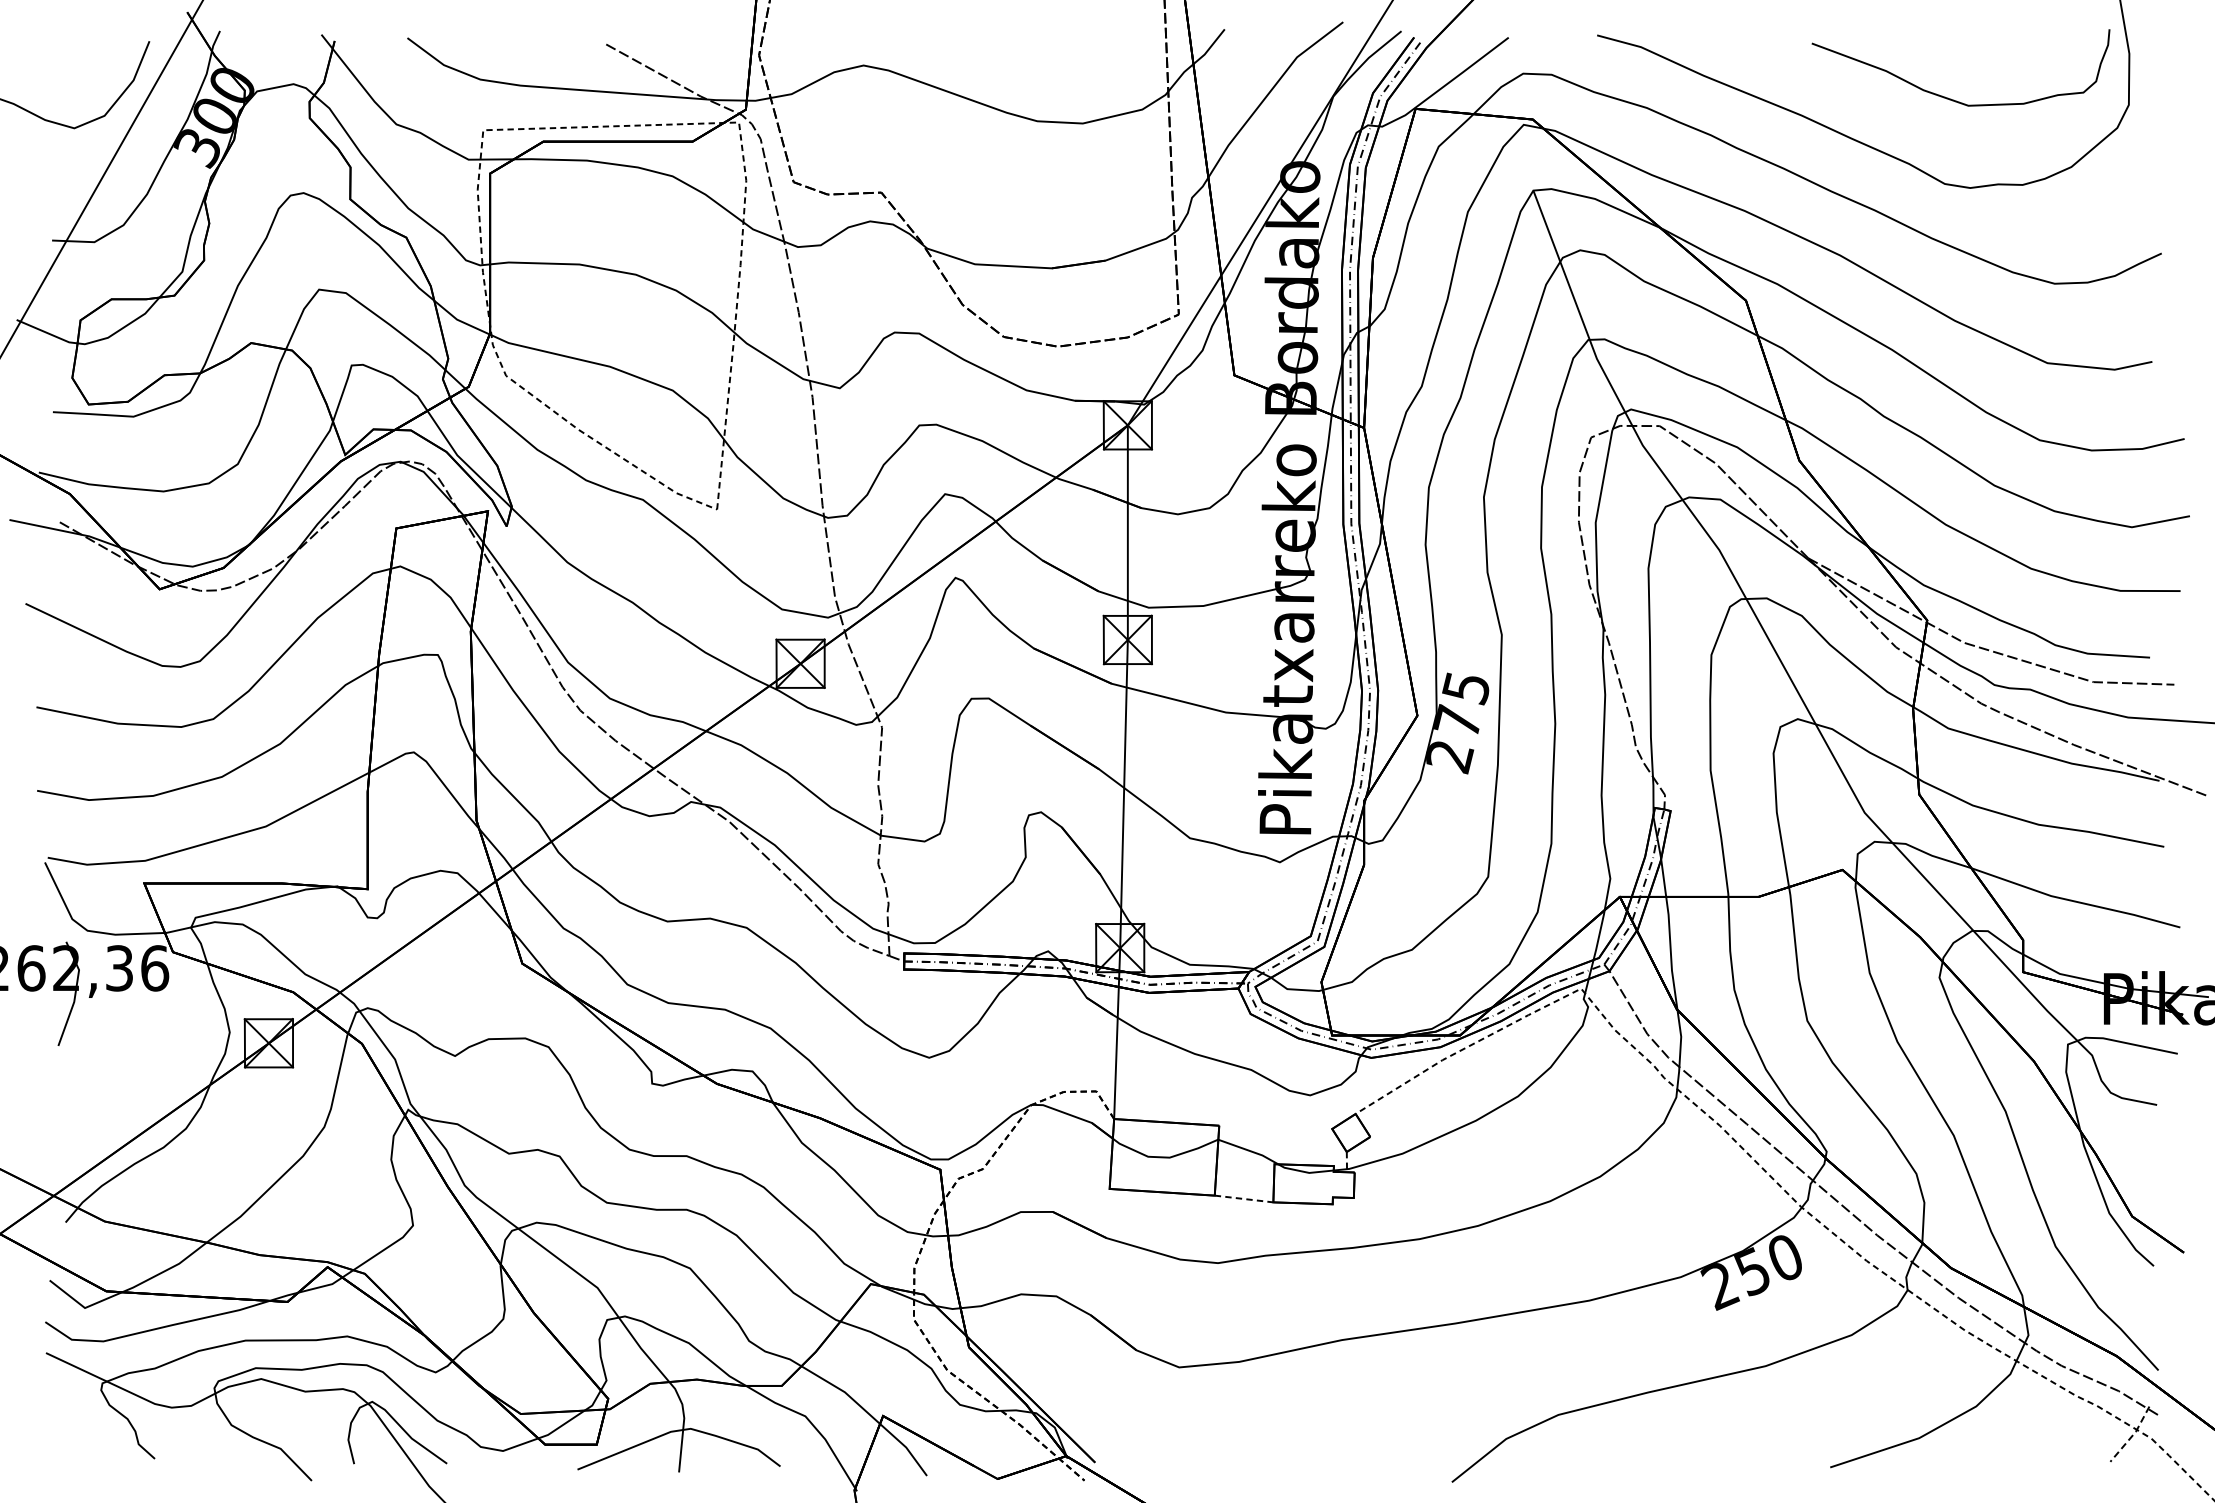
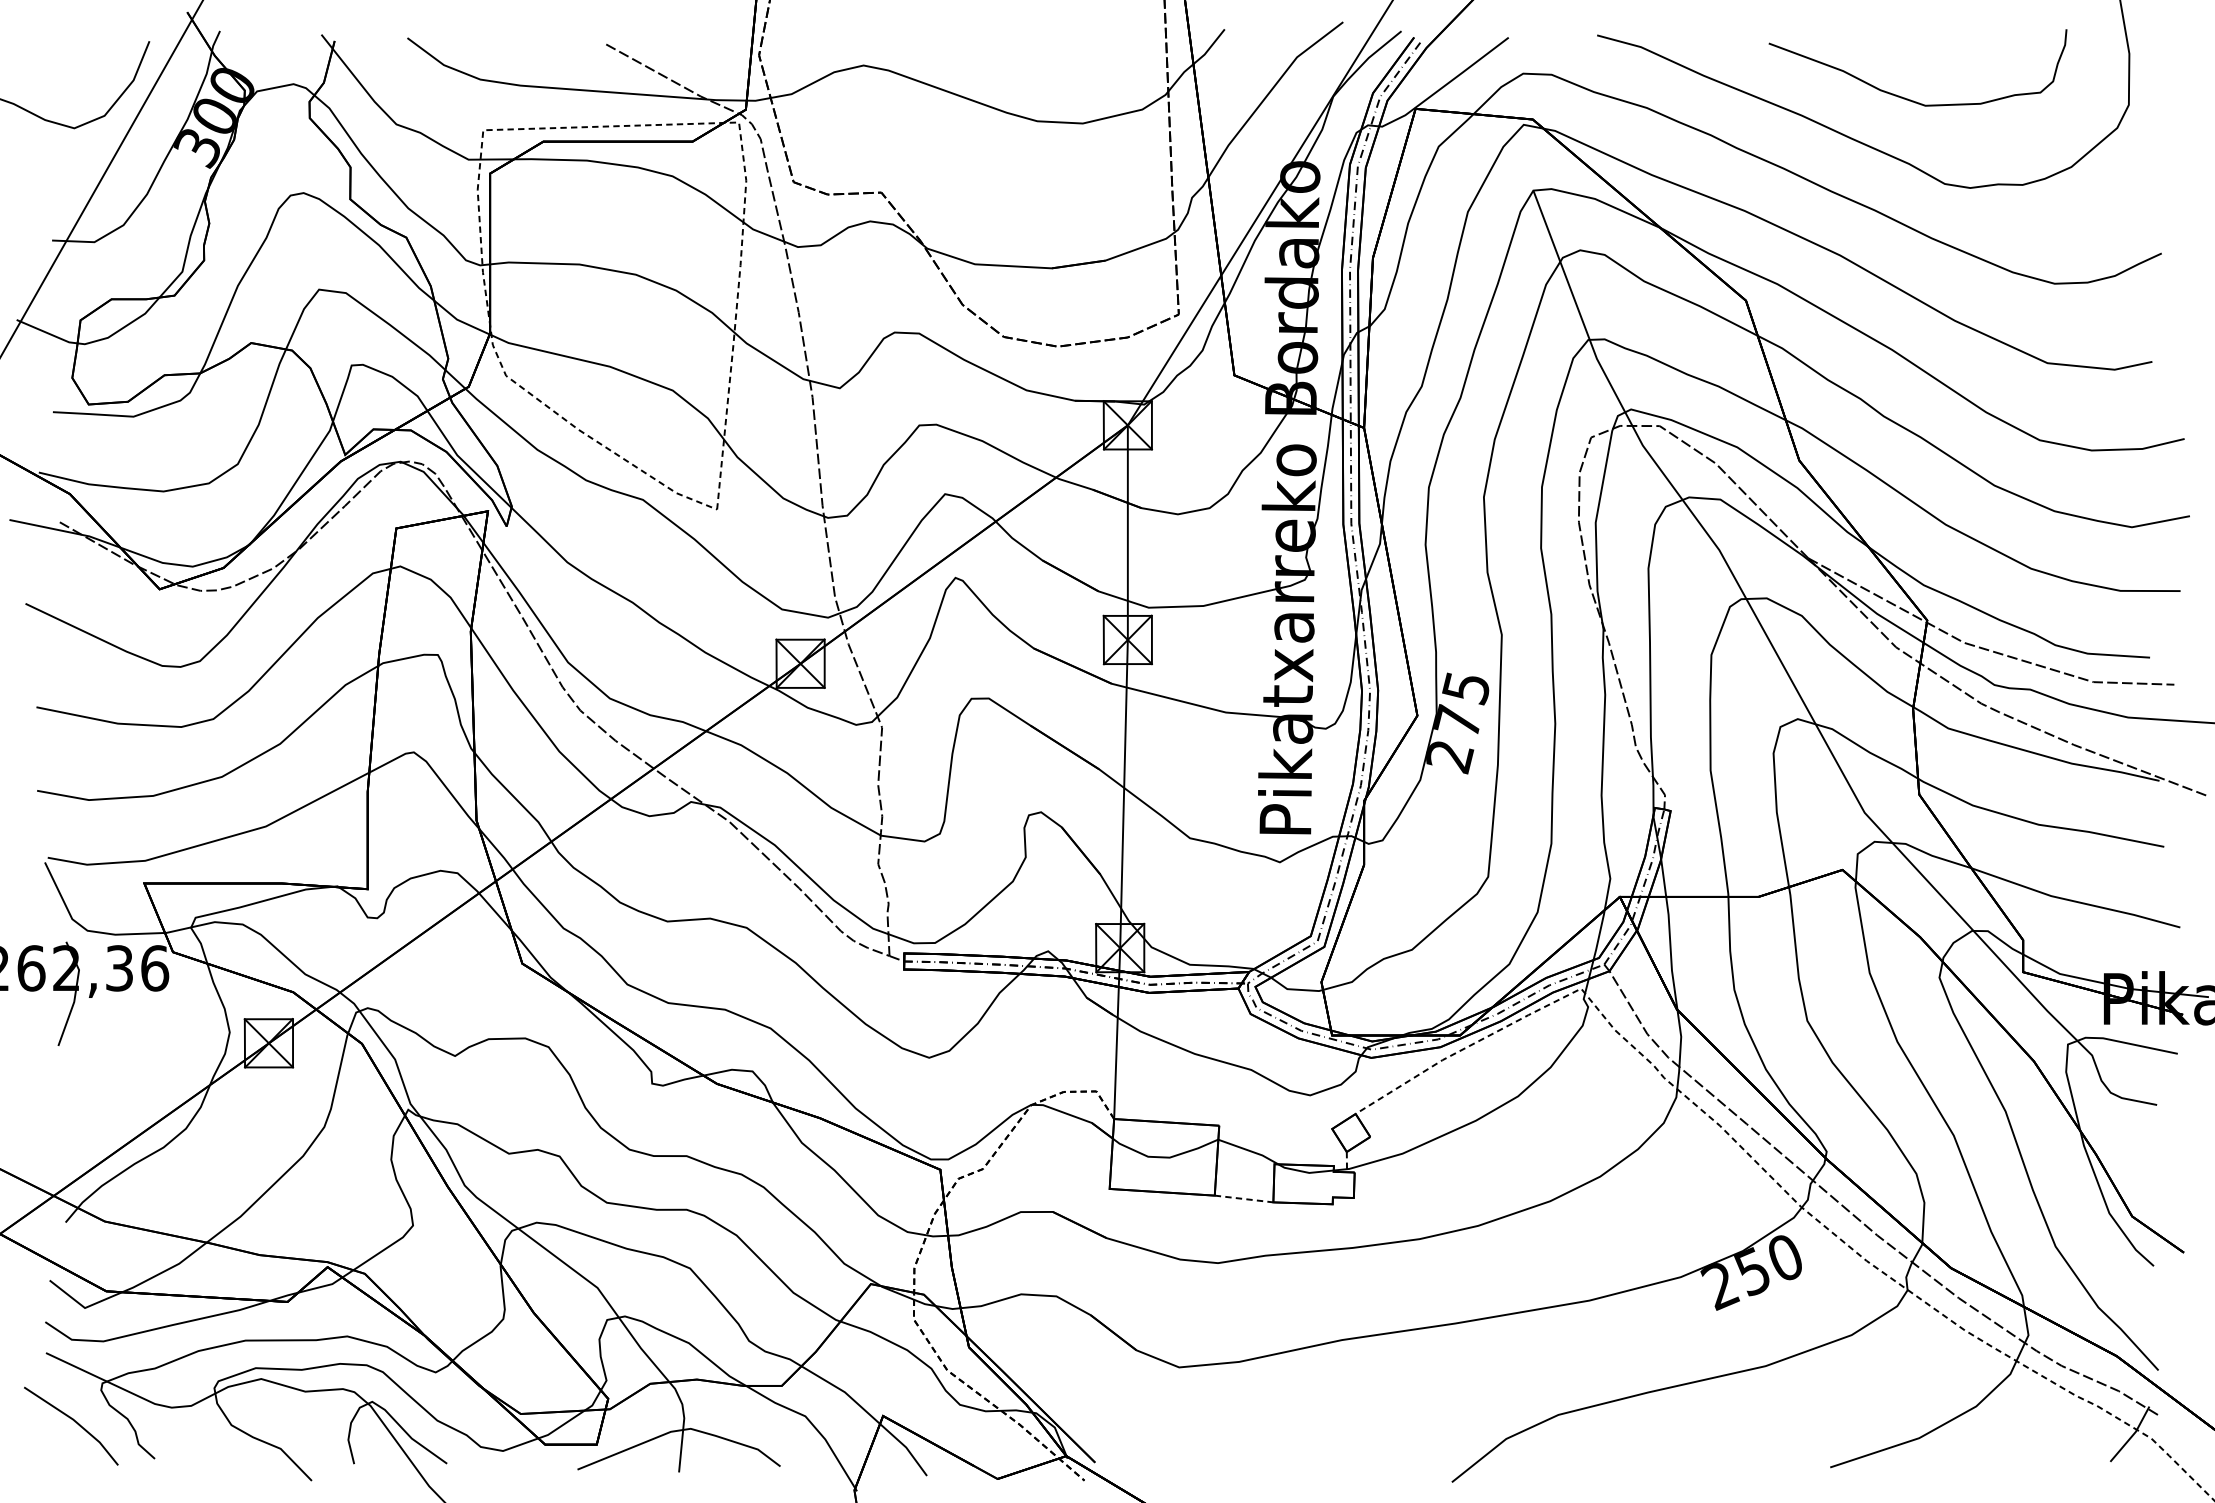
curve at (1948, 97) position: (1948, 97) -> (1905, 97)
line at (73, 1421): none -> present
line at (2132, 1435): dashed -> solid
